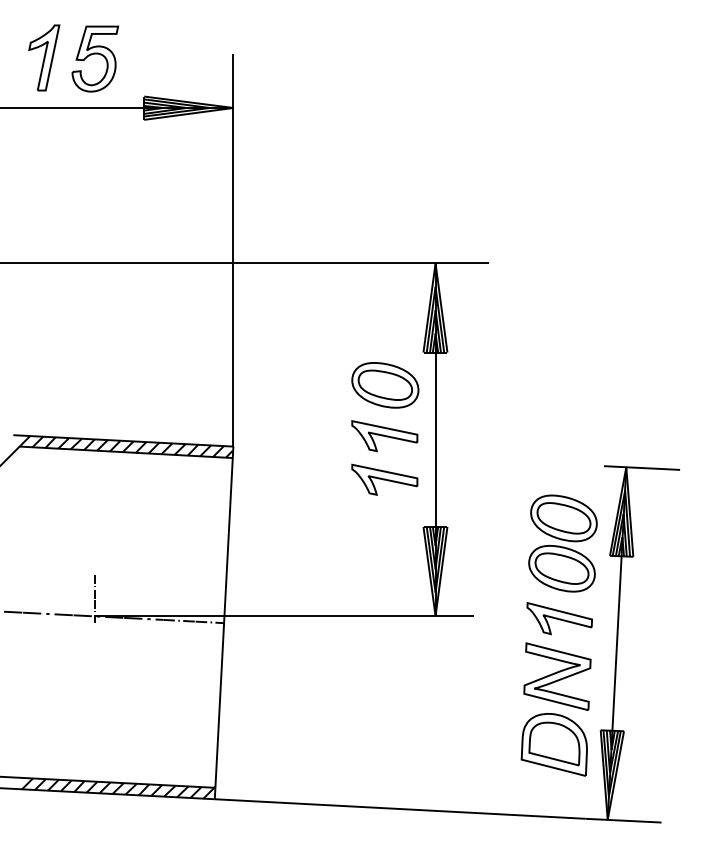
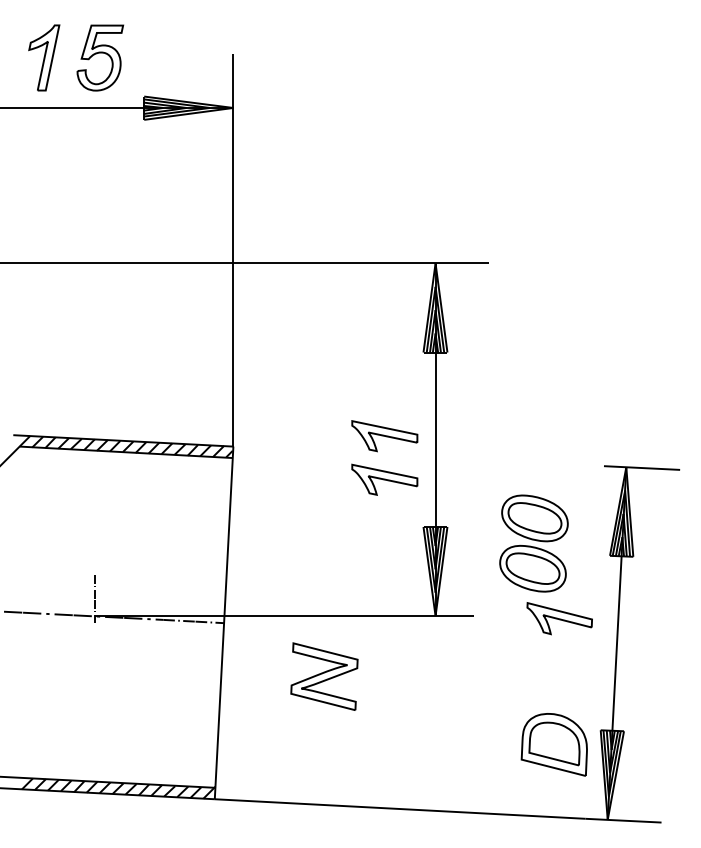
part at (95, 58) position: (95, 58) -> (100, 57)
part at (385, 385): present -> none
part at (562, 543) position: (562, 543) -> (533, 543)
part at (557, 676) position: (557, 676) -> (324, 676)
